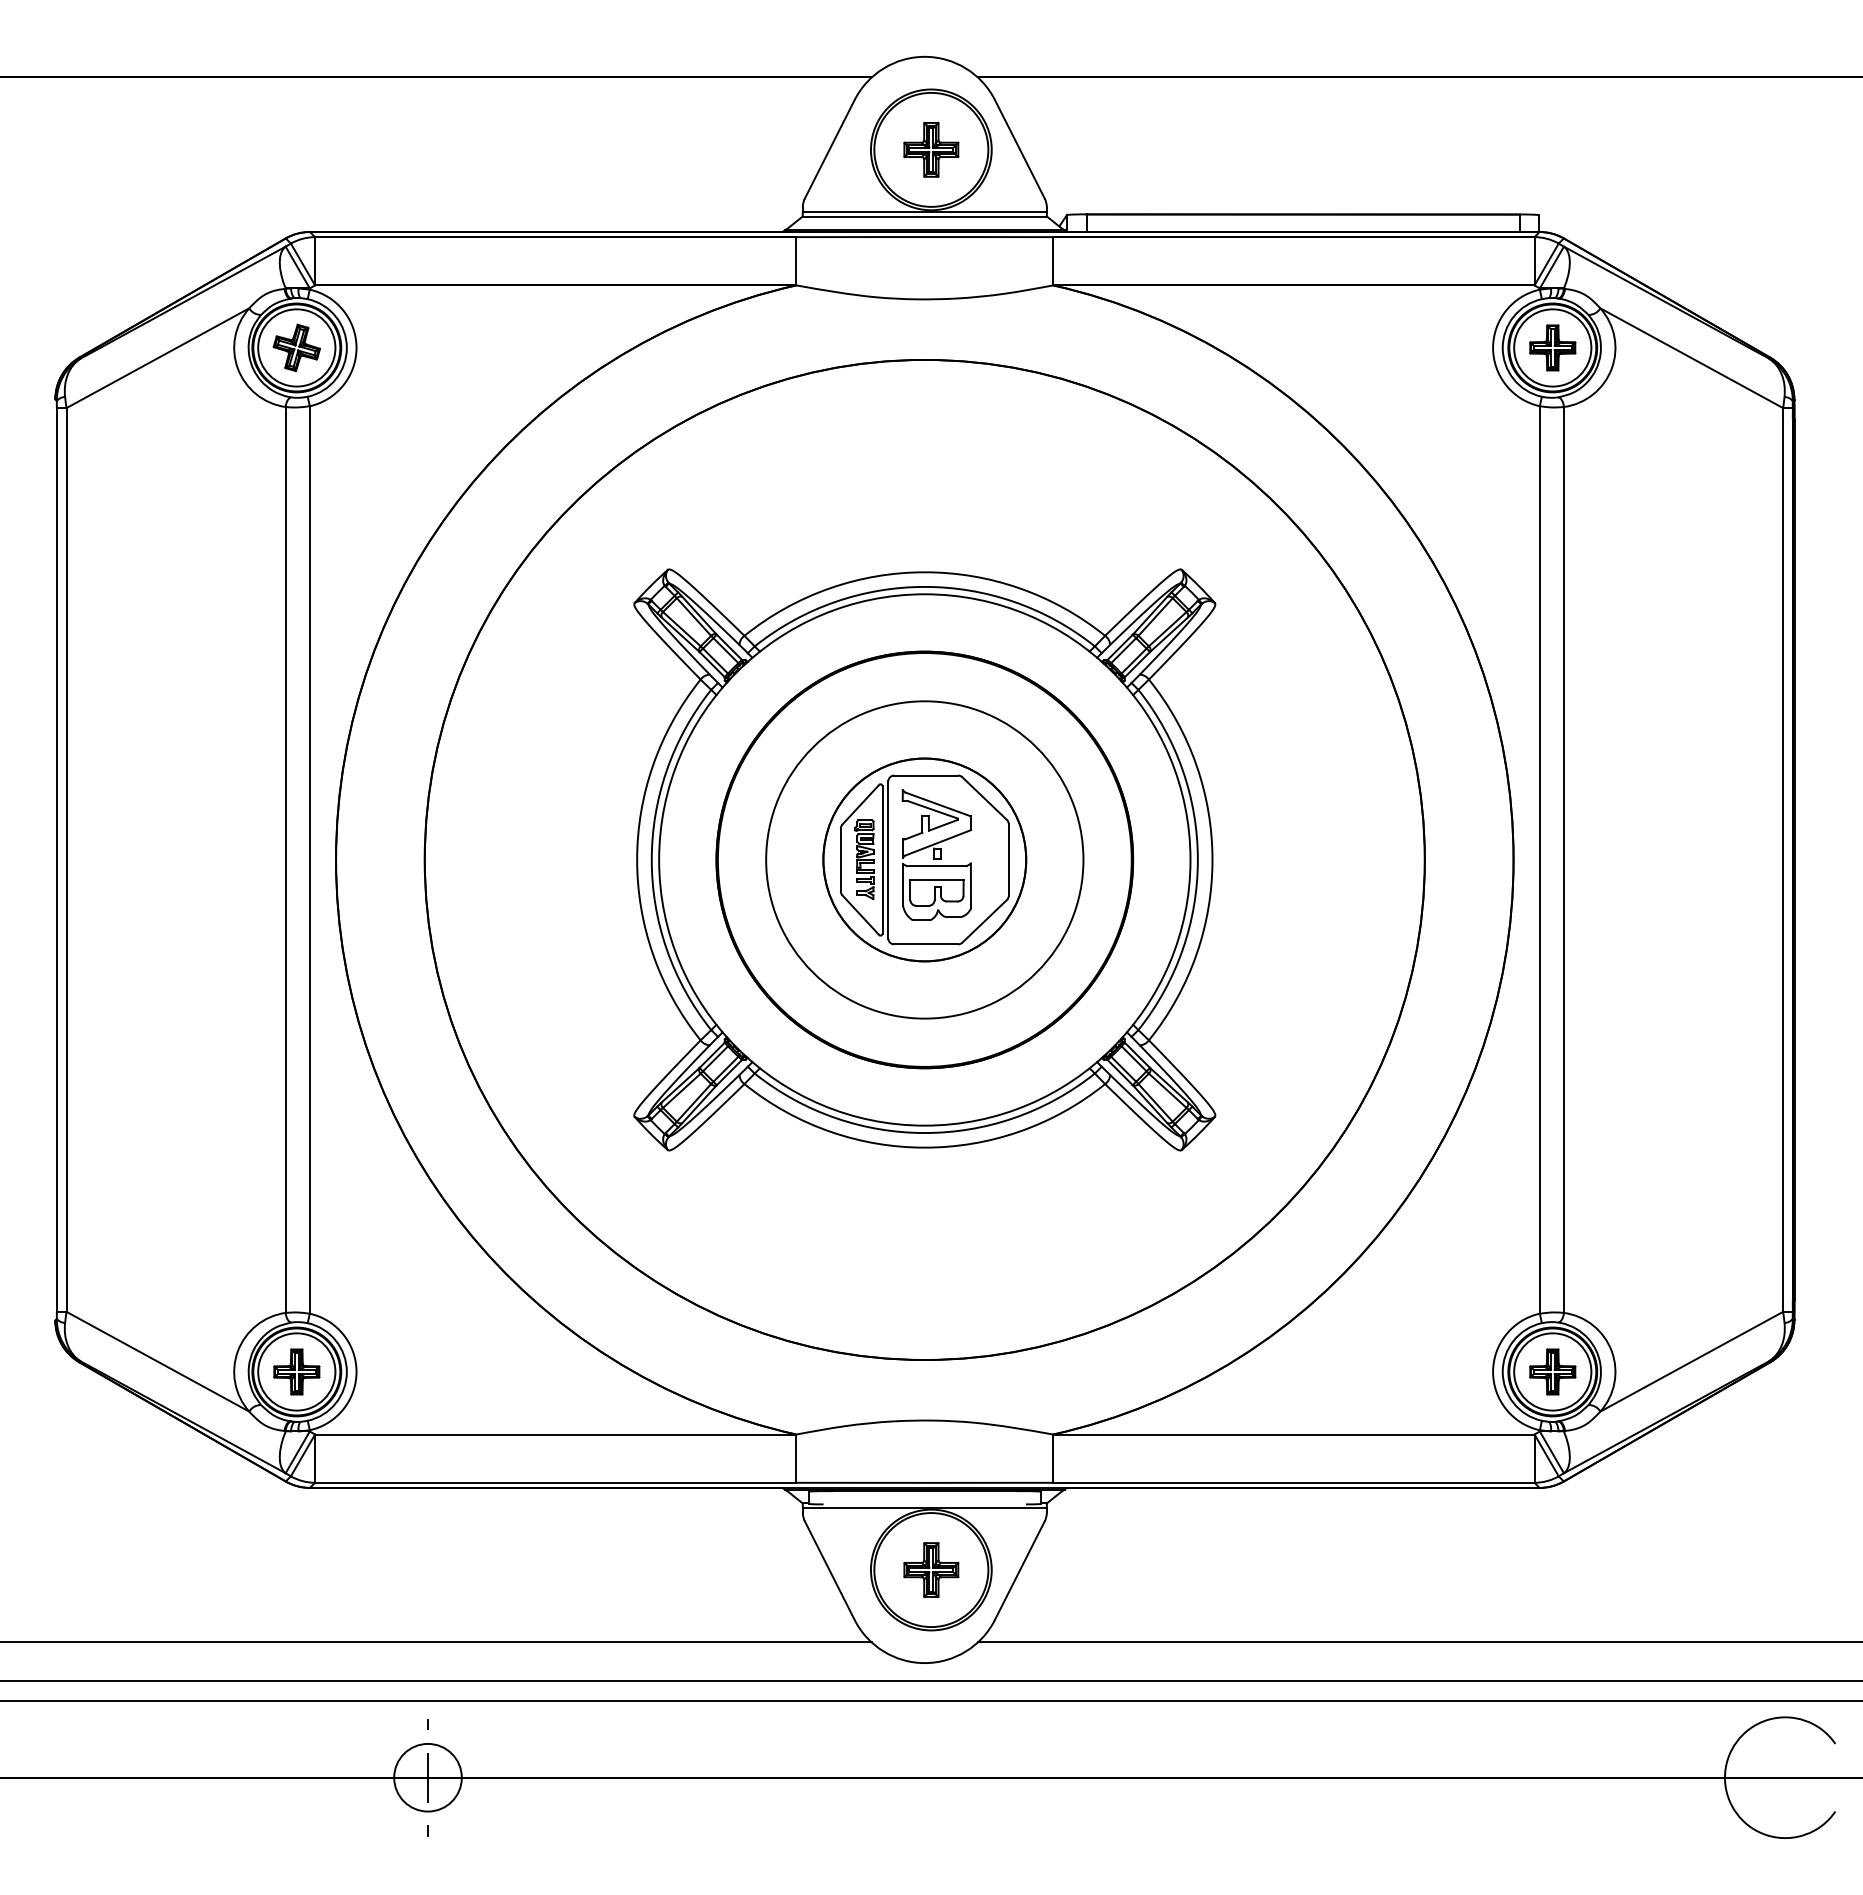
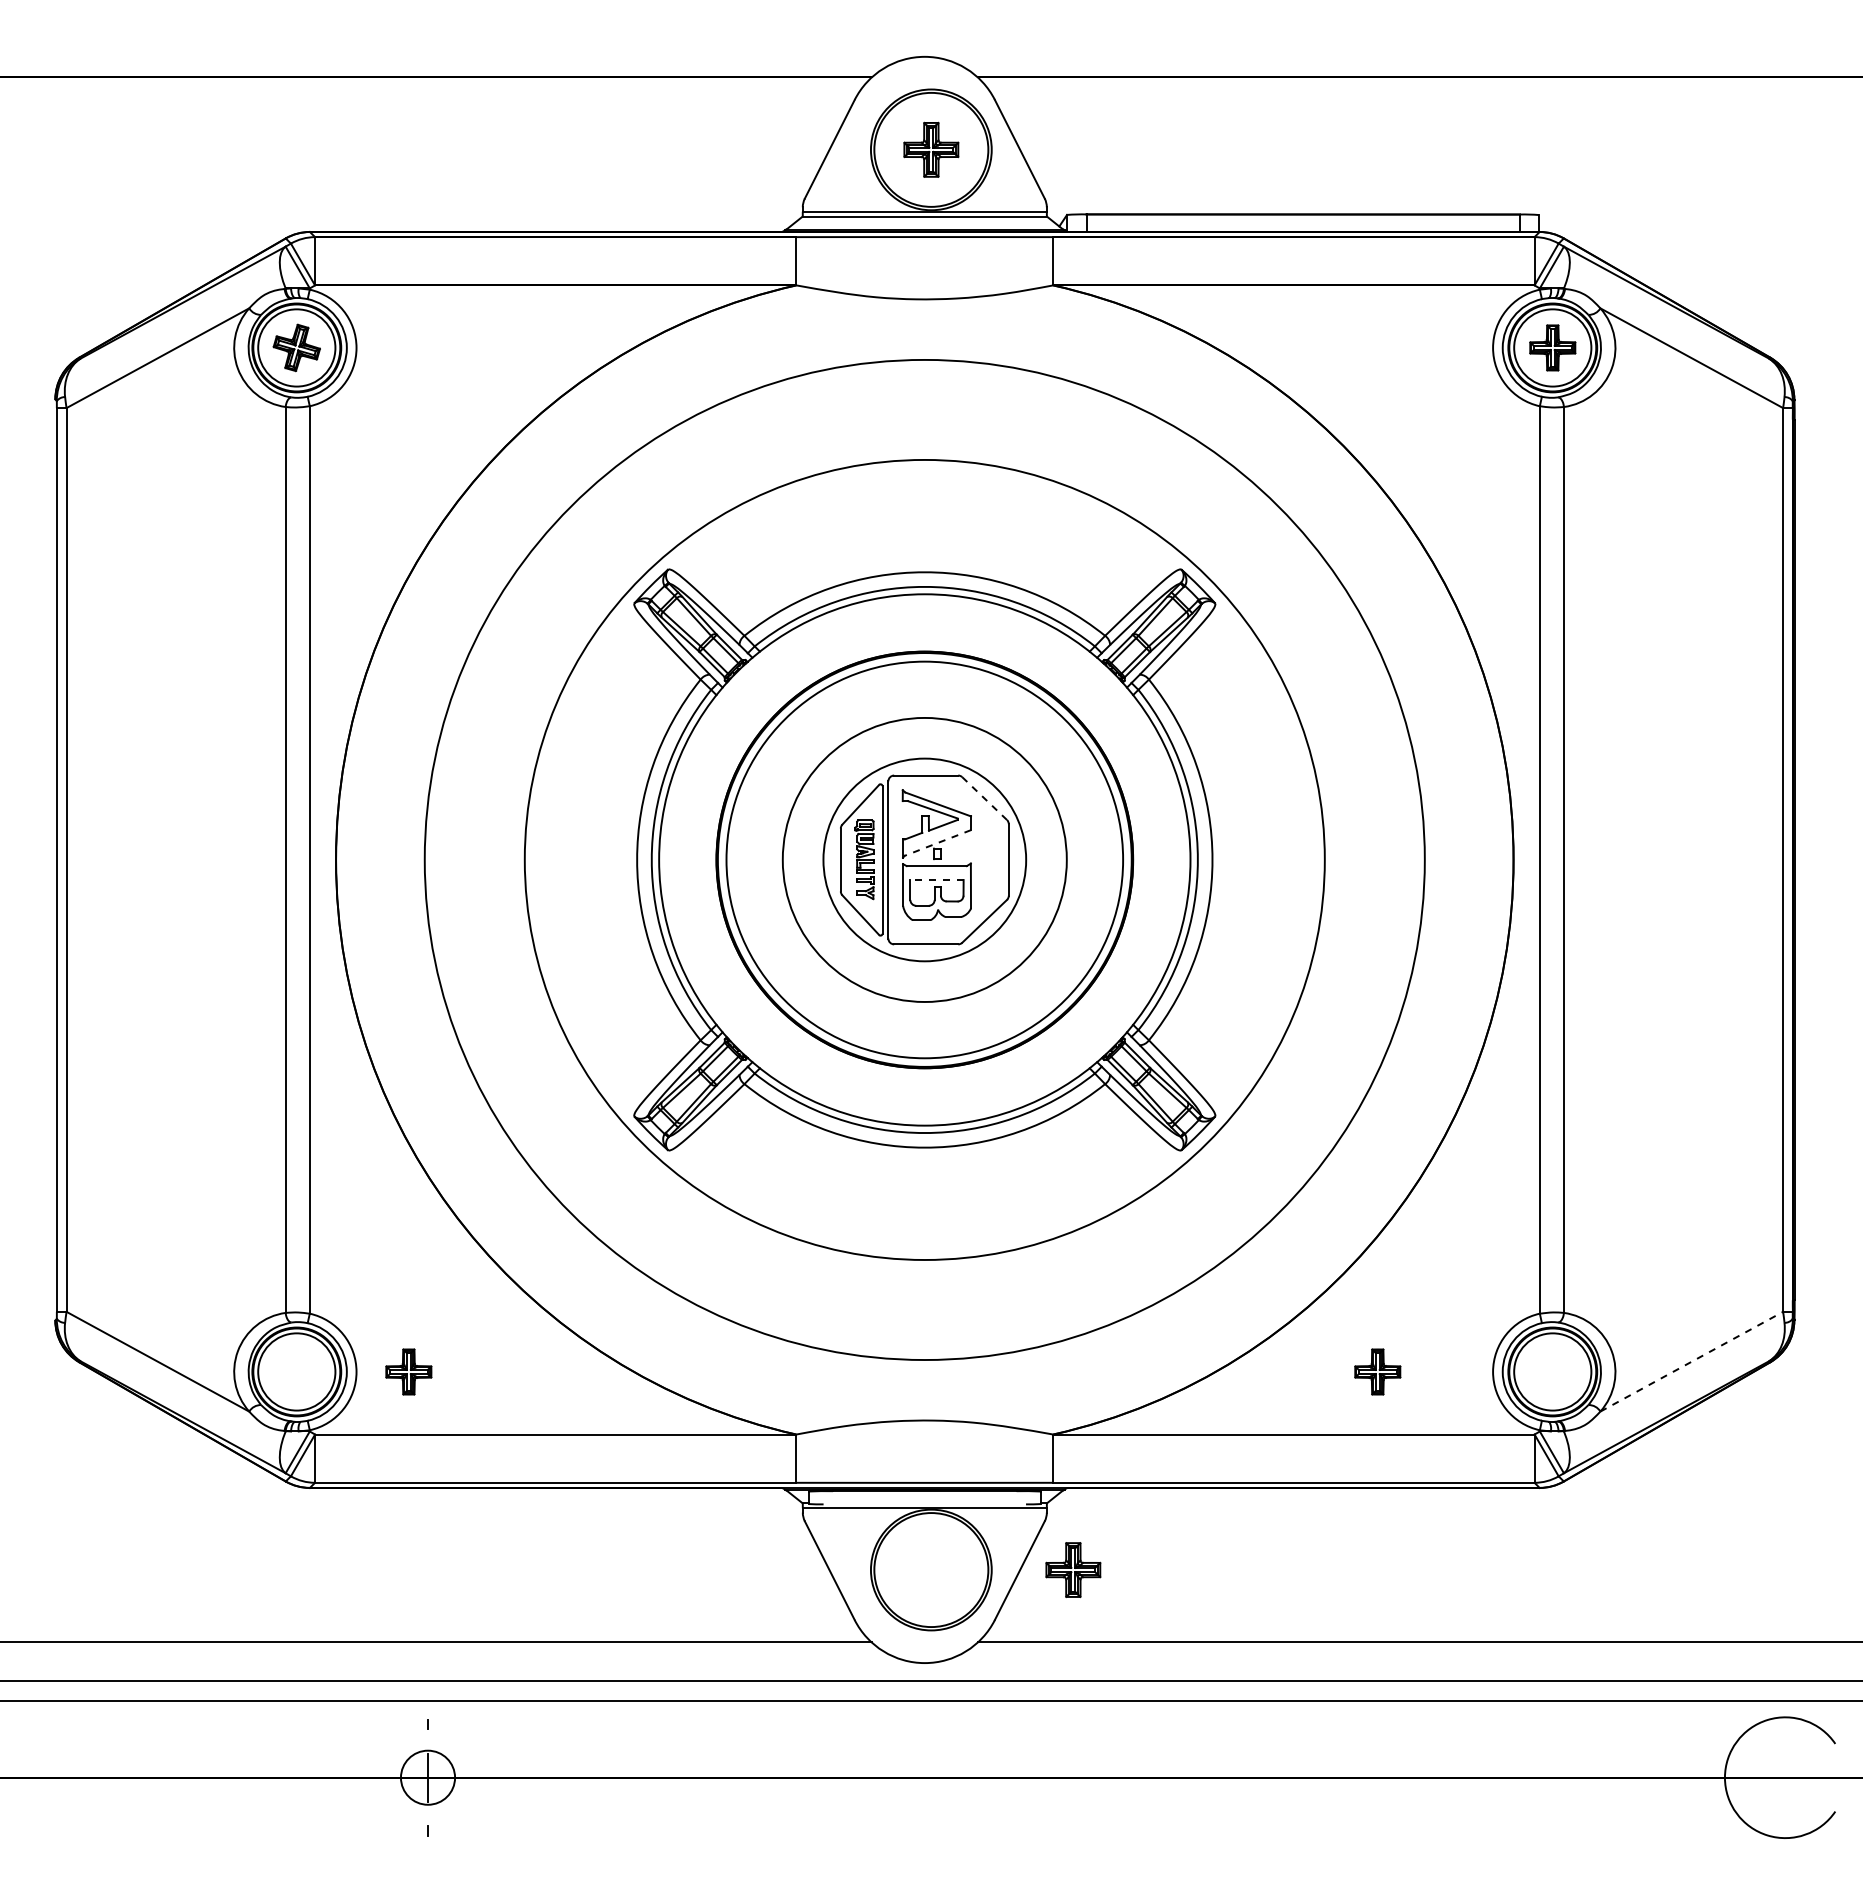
line at (984, 798): solid -> dashed
line at (937, 843): solid -> dashed
circle at (924, 859) diameter: 1000 px -> 800 px
circle at (924, 859) diameter: 203 px -> 284 px
circle at (924, 859) diameter: 317 px -> 397 px
line at (937, 880): solid -> dashed
line at (1692, 1361): solid -> dashed
part at (296, 1371) position: (296, 1371) -> (408, 1371)
part at (1552, 1371) position: (1552, 1371) -> (1377, 1371)
part at (931, 1569) position: (931, 1569) -> (1073, 1569)
circle at (427, 1777) diameter: 68 px -> 54 px
